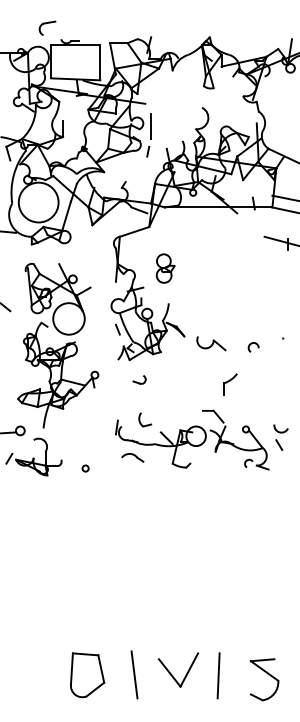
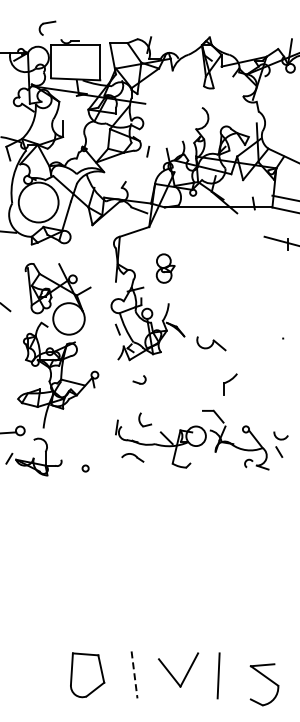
line at (151, 126): present -> none
arc at (252, 344): present -> none
part at (280, 437) position: (280, 437) -> (280, 444)
line at (134, 674): solid -> dashed
part at (264, 679) position: (264, 679) -> (264, 684)
